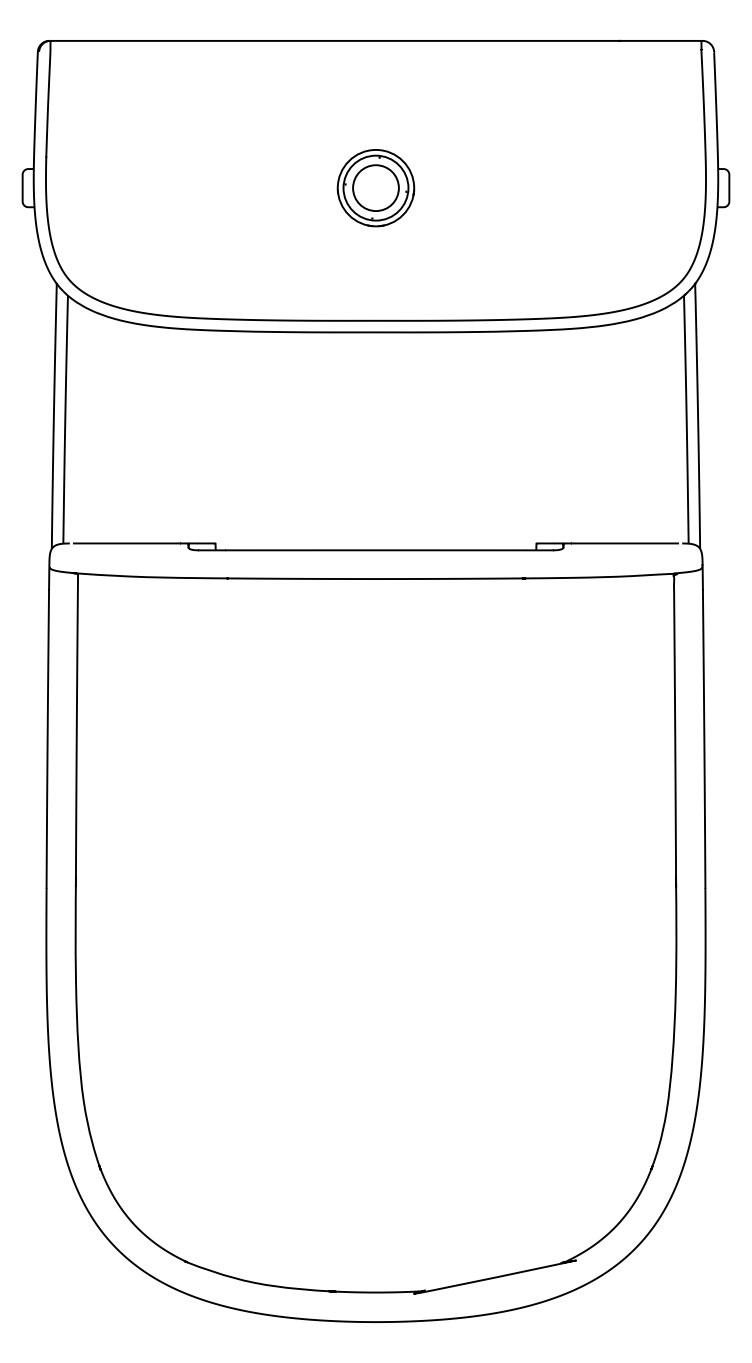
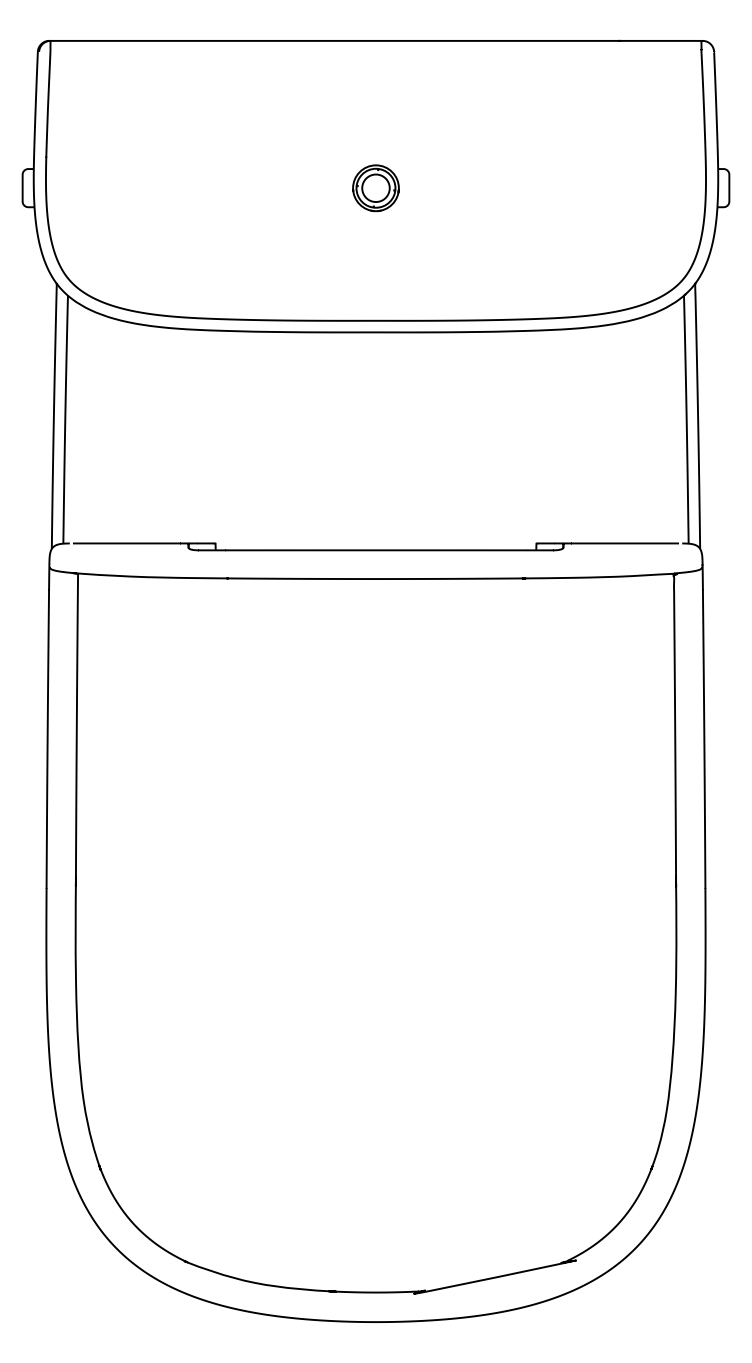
part at (375, 188) size: 80x79 px -> 48x49 px
